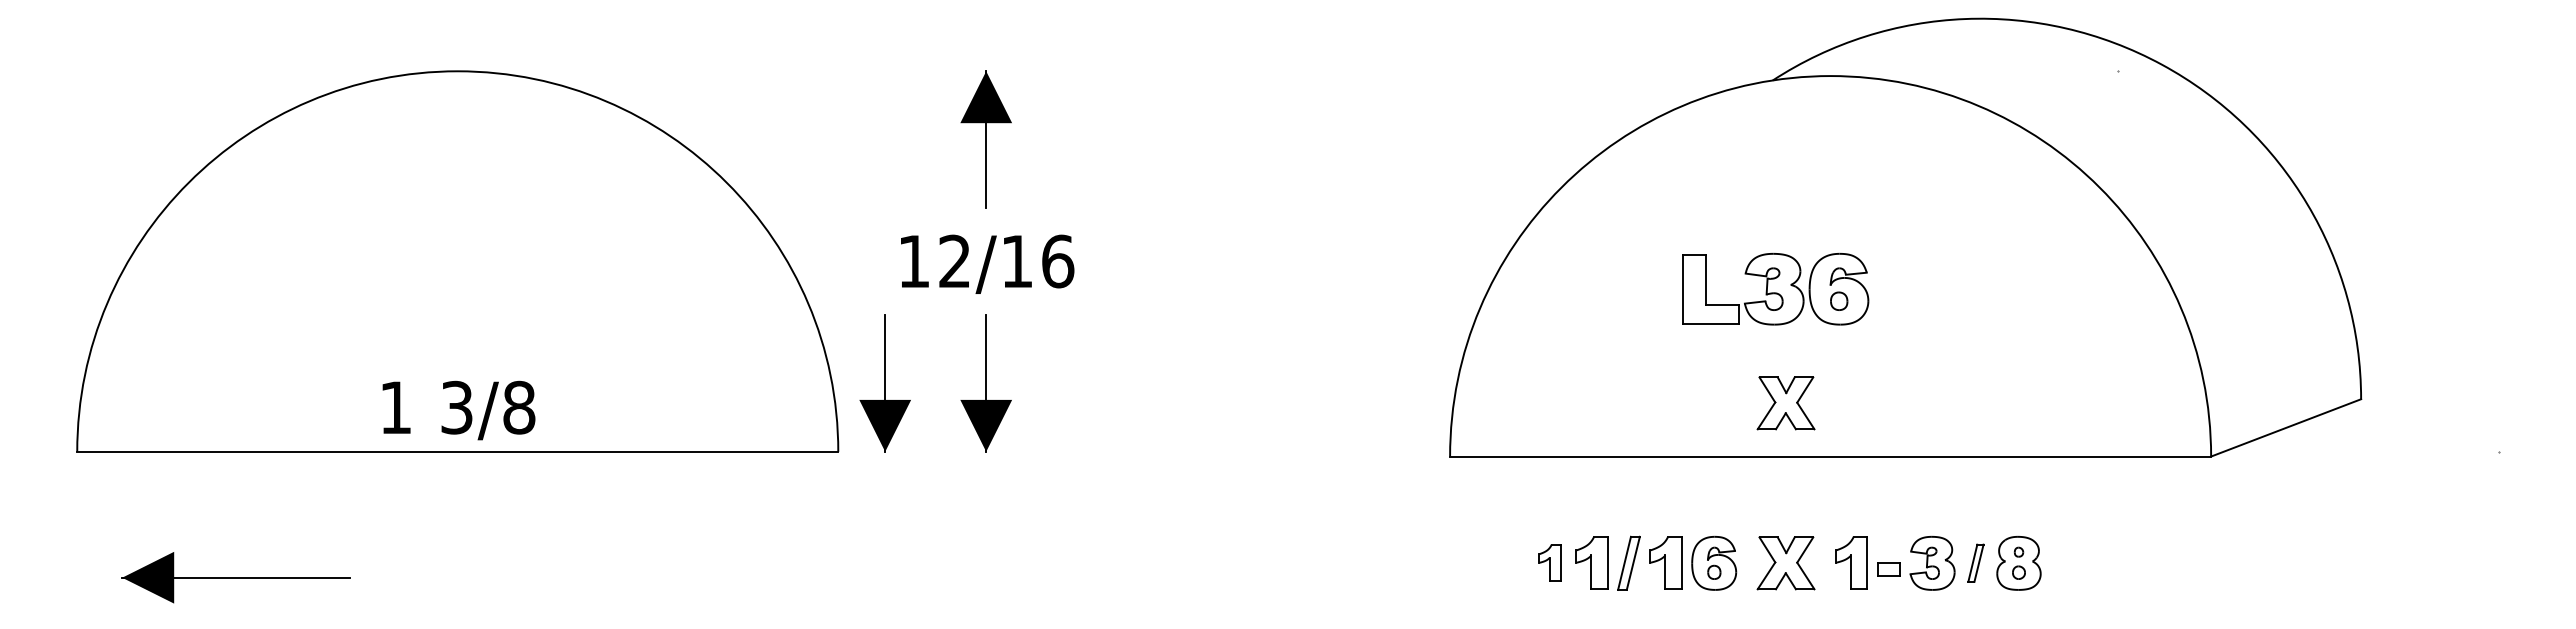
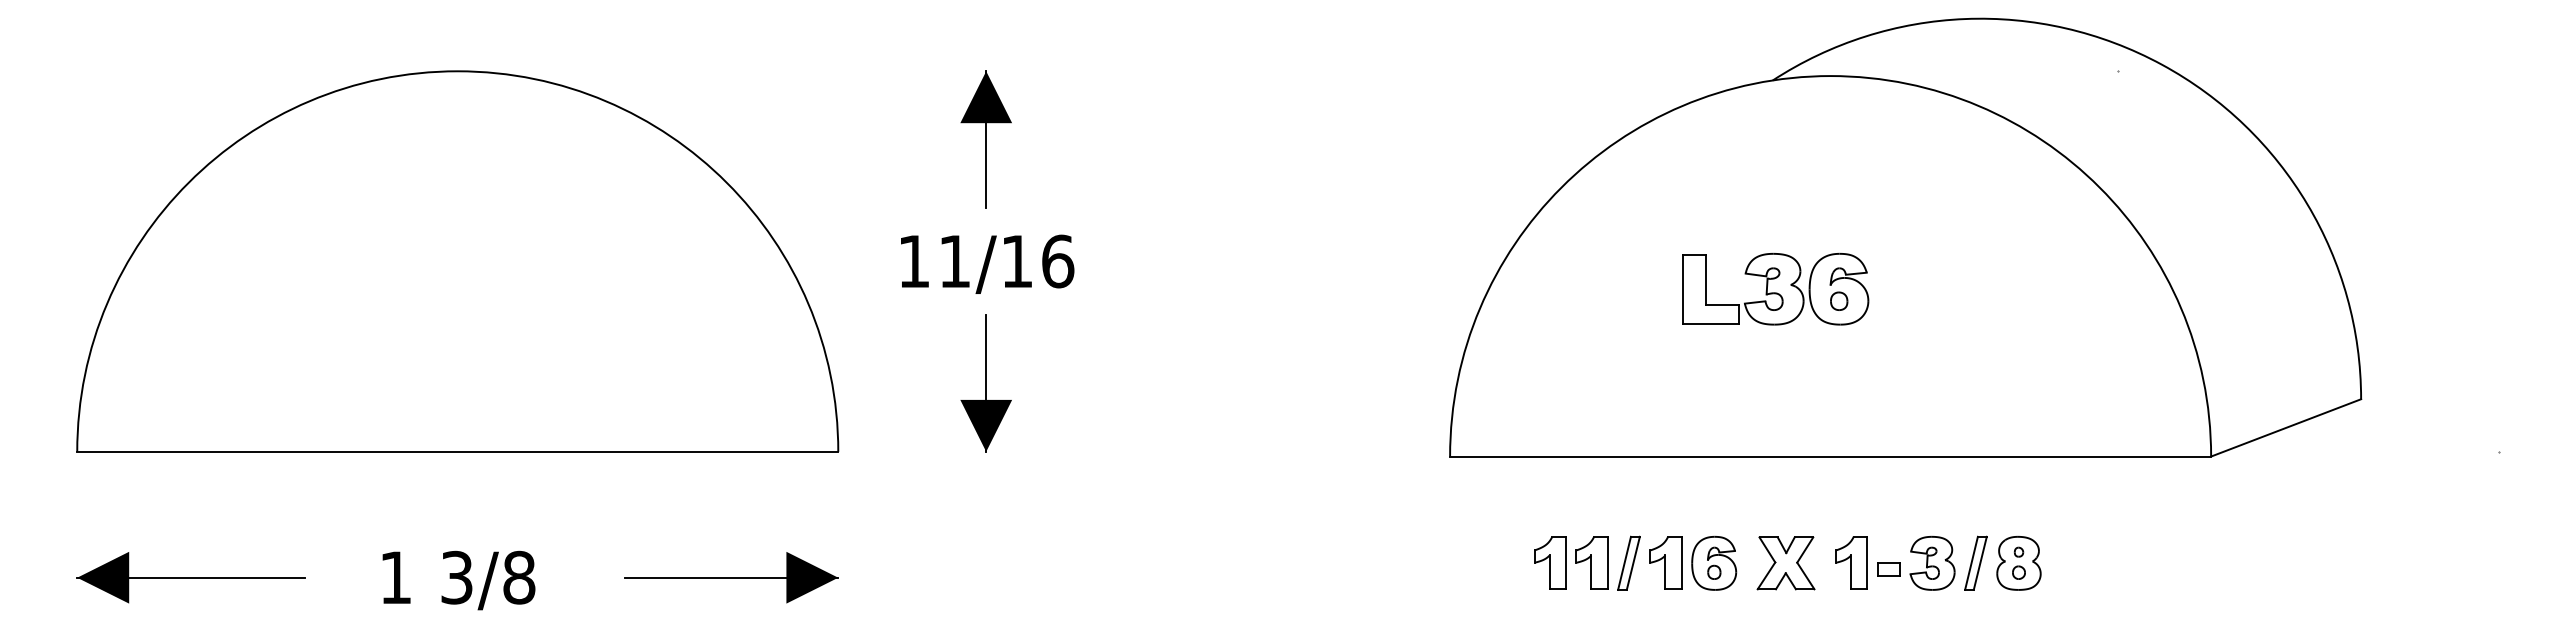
text at (954, 260): 12/16 -> 11/16
part at (884, 383): present -> none
part at (1785, 403): present -> none
text at (458, 410) position: (458, 410) -> (458, 580)
part at (1549, 562) size: 24x38 px -> 33x54 px
part at (1975, 562) size: 18x40 px -> 24x56 px
part at (235, 577) position: (235, 577) -> (190, 577)
part at (731, 577): none -> present
